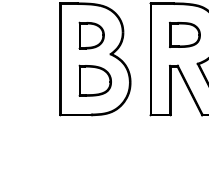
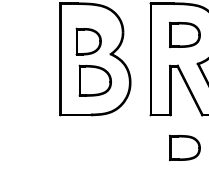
part at (91, 35) position: (91, 35) -> (88, 41)
part at (184, 147): none -> present
